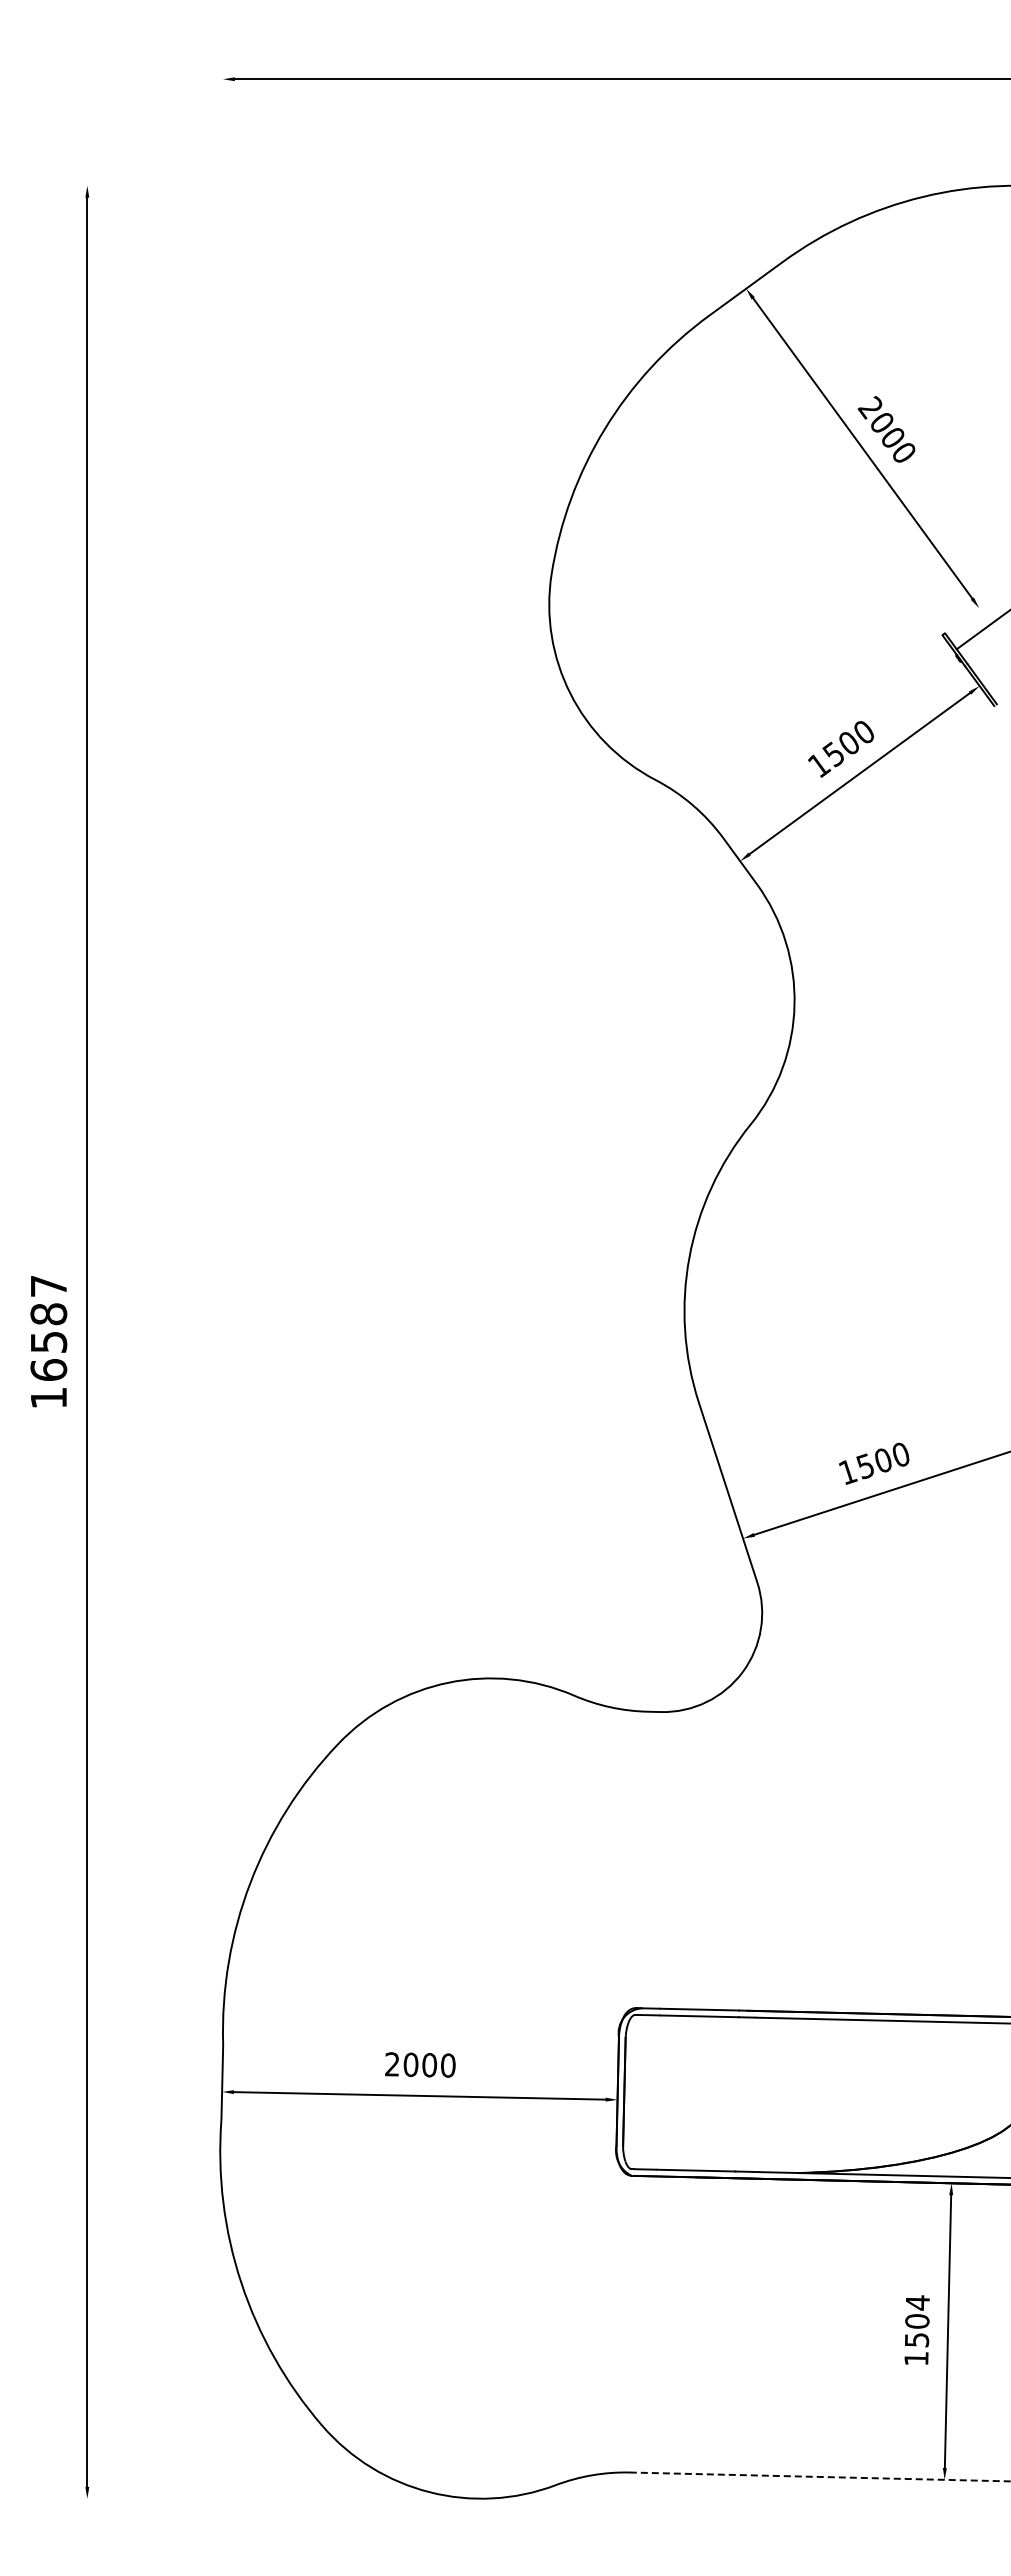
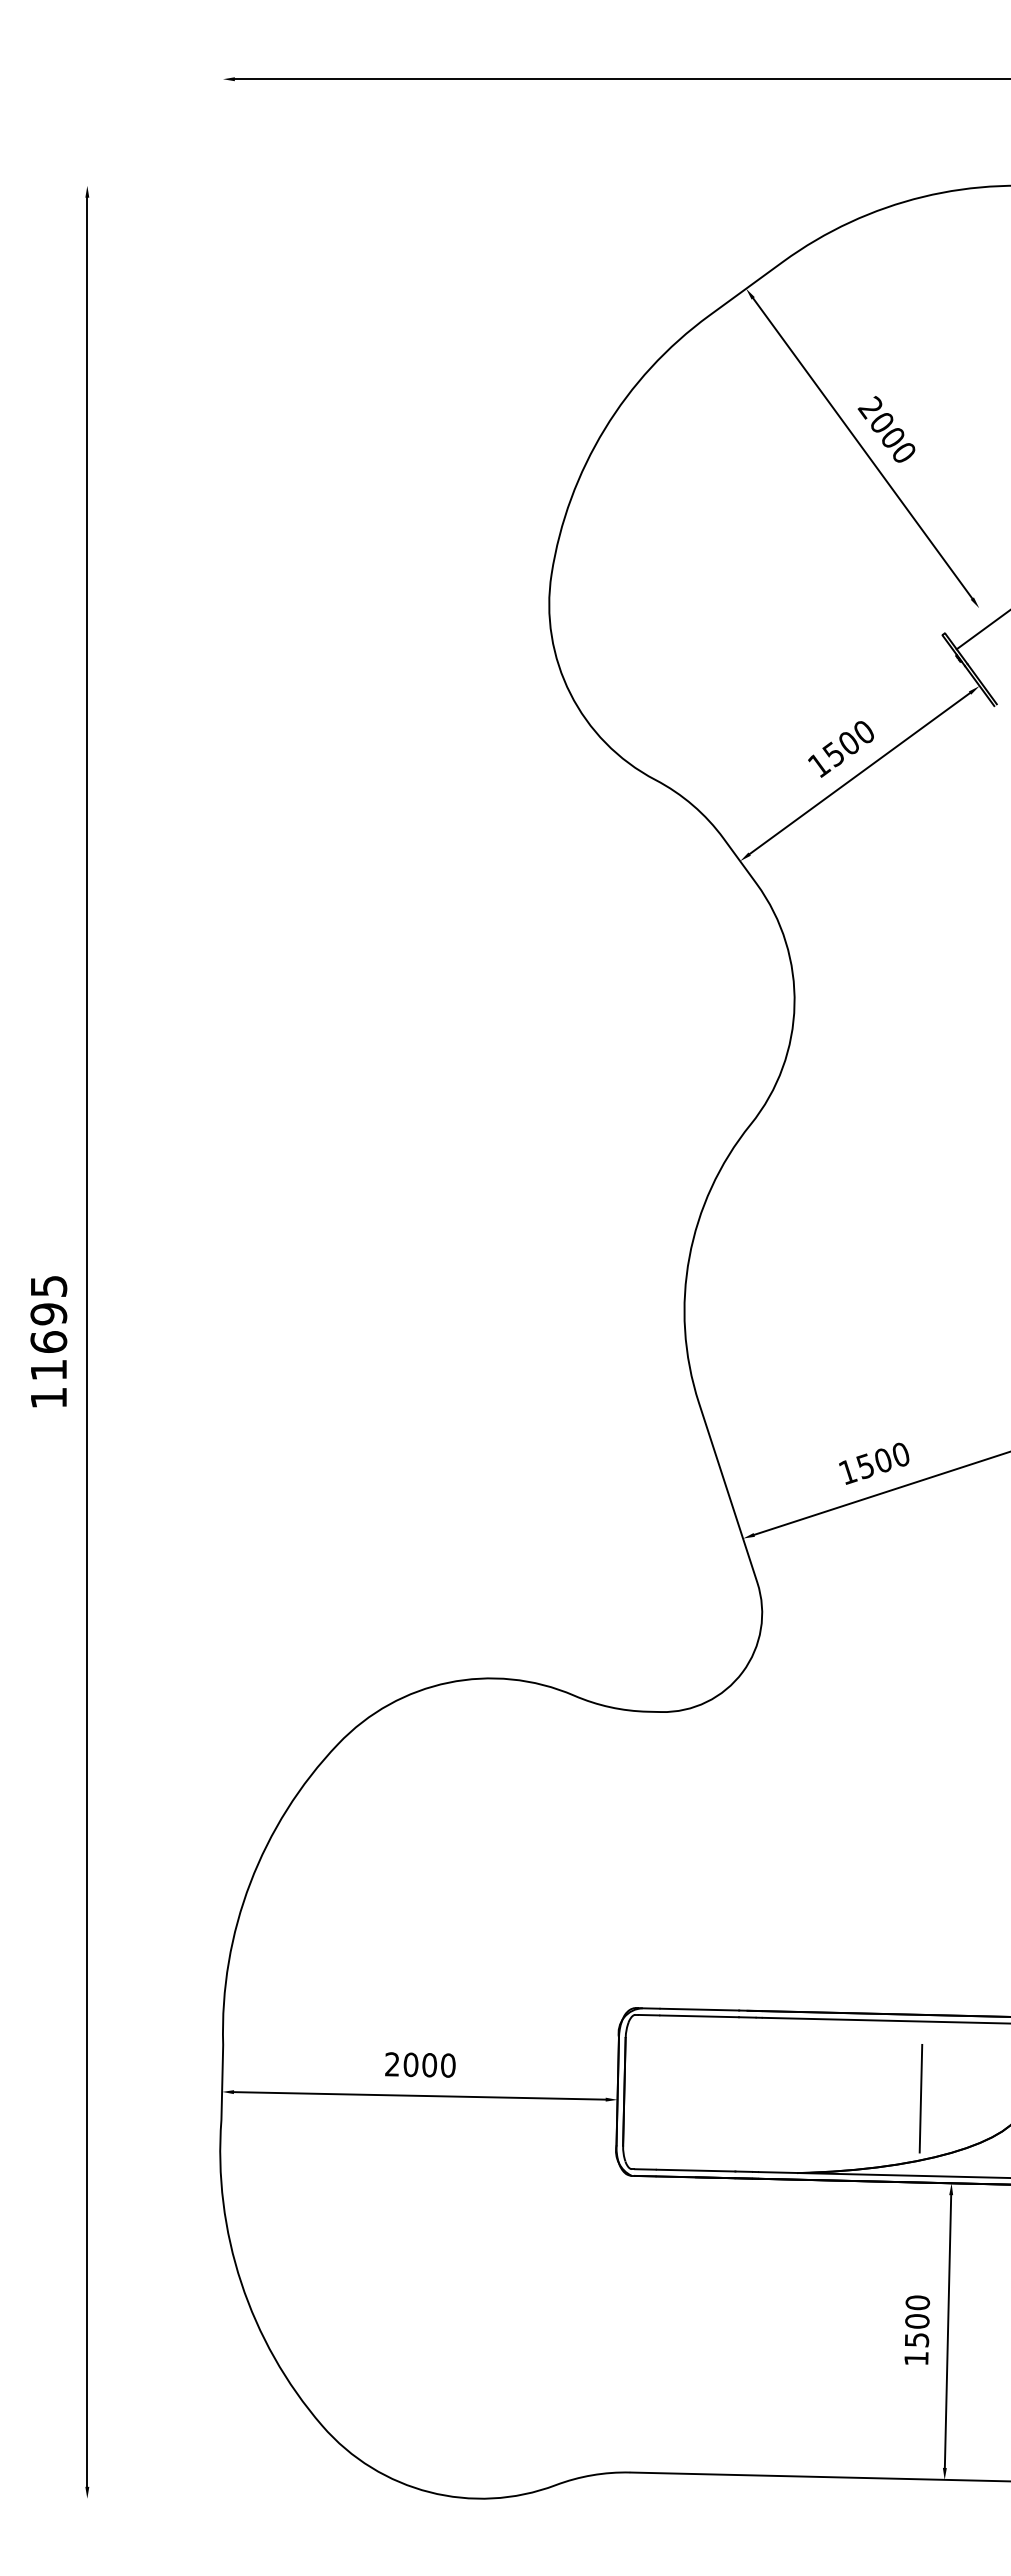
text at (48, 1328): 16587 -> 11695
line at (920, 2098): none -> present
text at (917, 2302): 1504 -> 1500
line at (820, 2476): dashed -> solid
